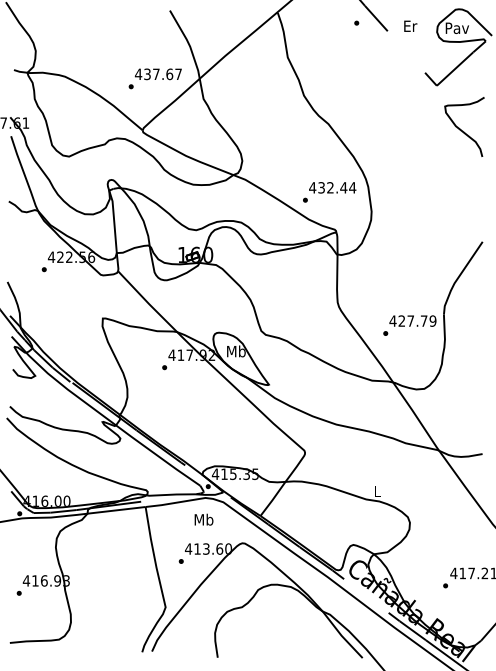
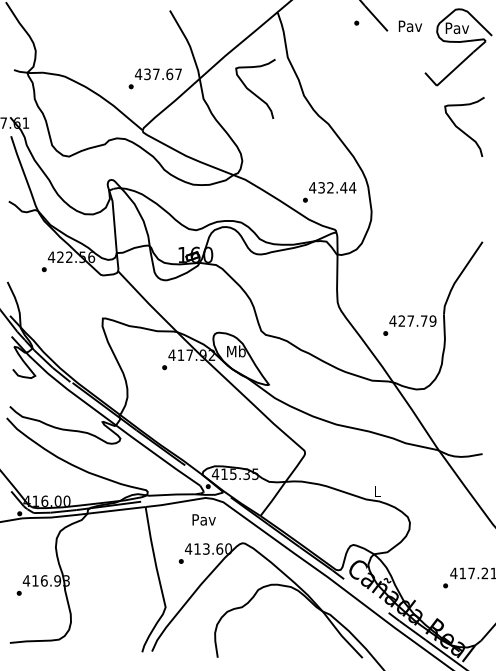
text at (410, 26): Er -> Pav
curve at (252, 91): none -> present
text at (203, 519): Mb -> Pav
